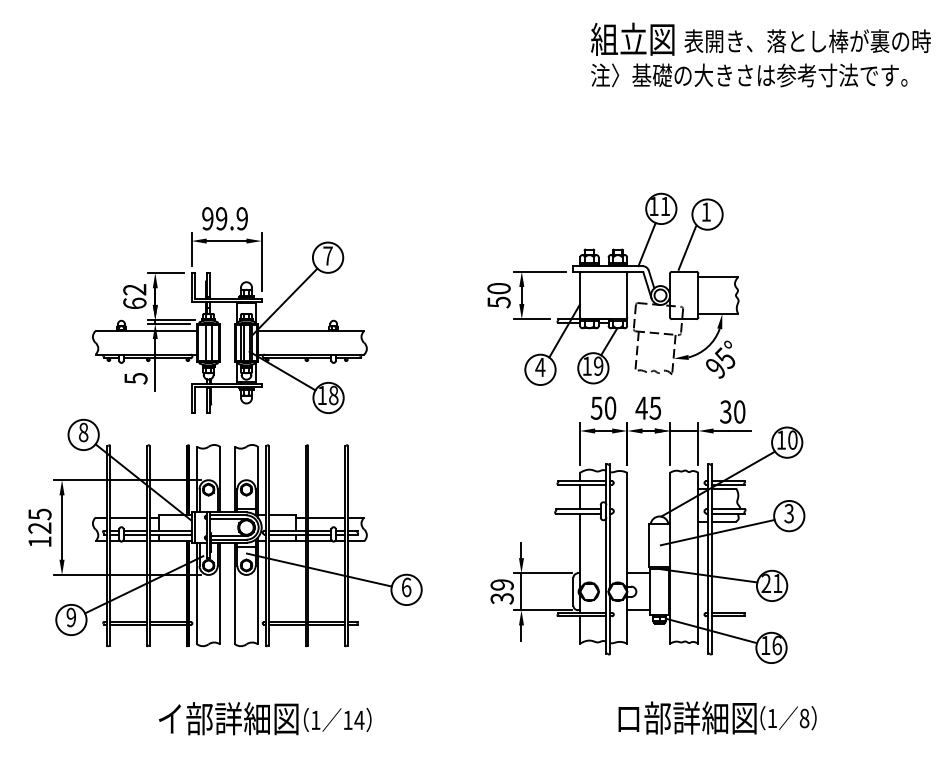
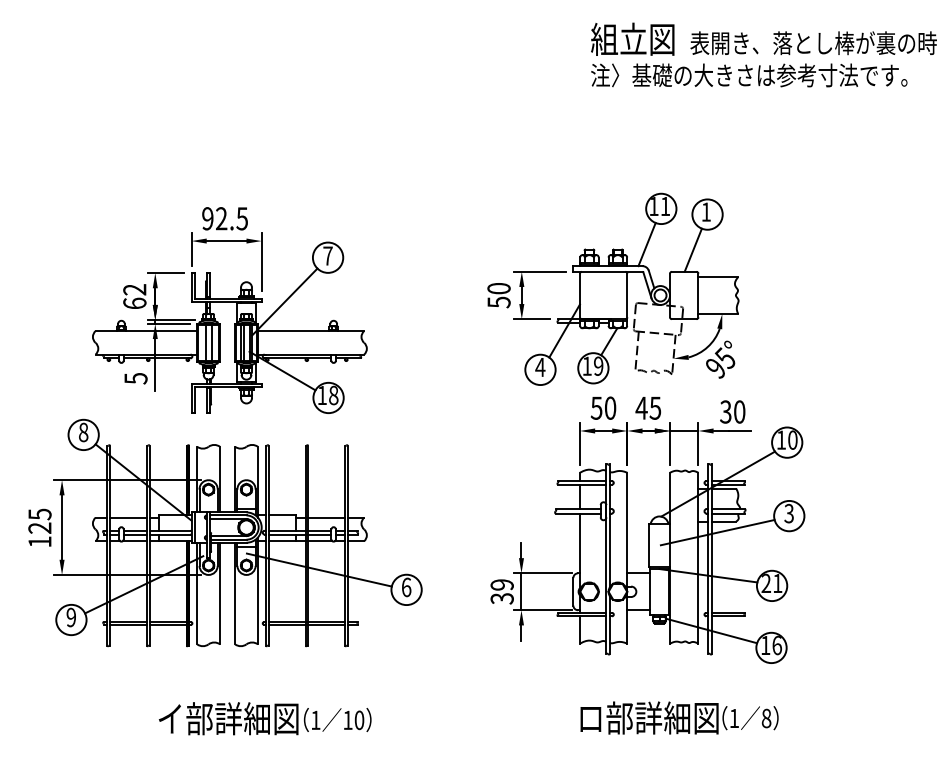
text at (807, 41) position: (807, 41) -> (813, 43)
text at (231, 218): 99.9 -> 92.5
line at (686, 247) position: (686, 247) -> (692, 249)
text at (717, 717) position: (717, 717) -> (679, 717)
text at (359, 720): 14 -> 10
